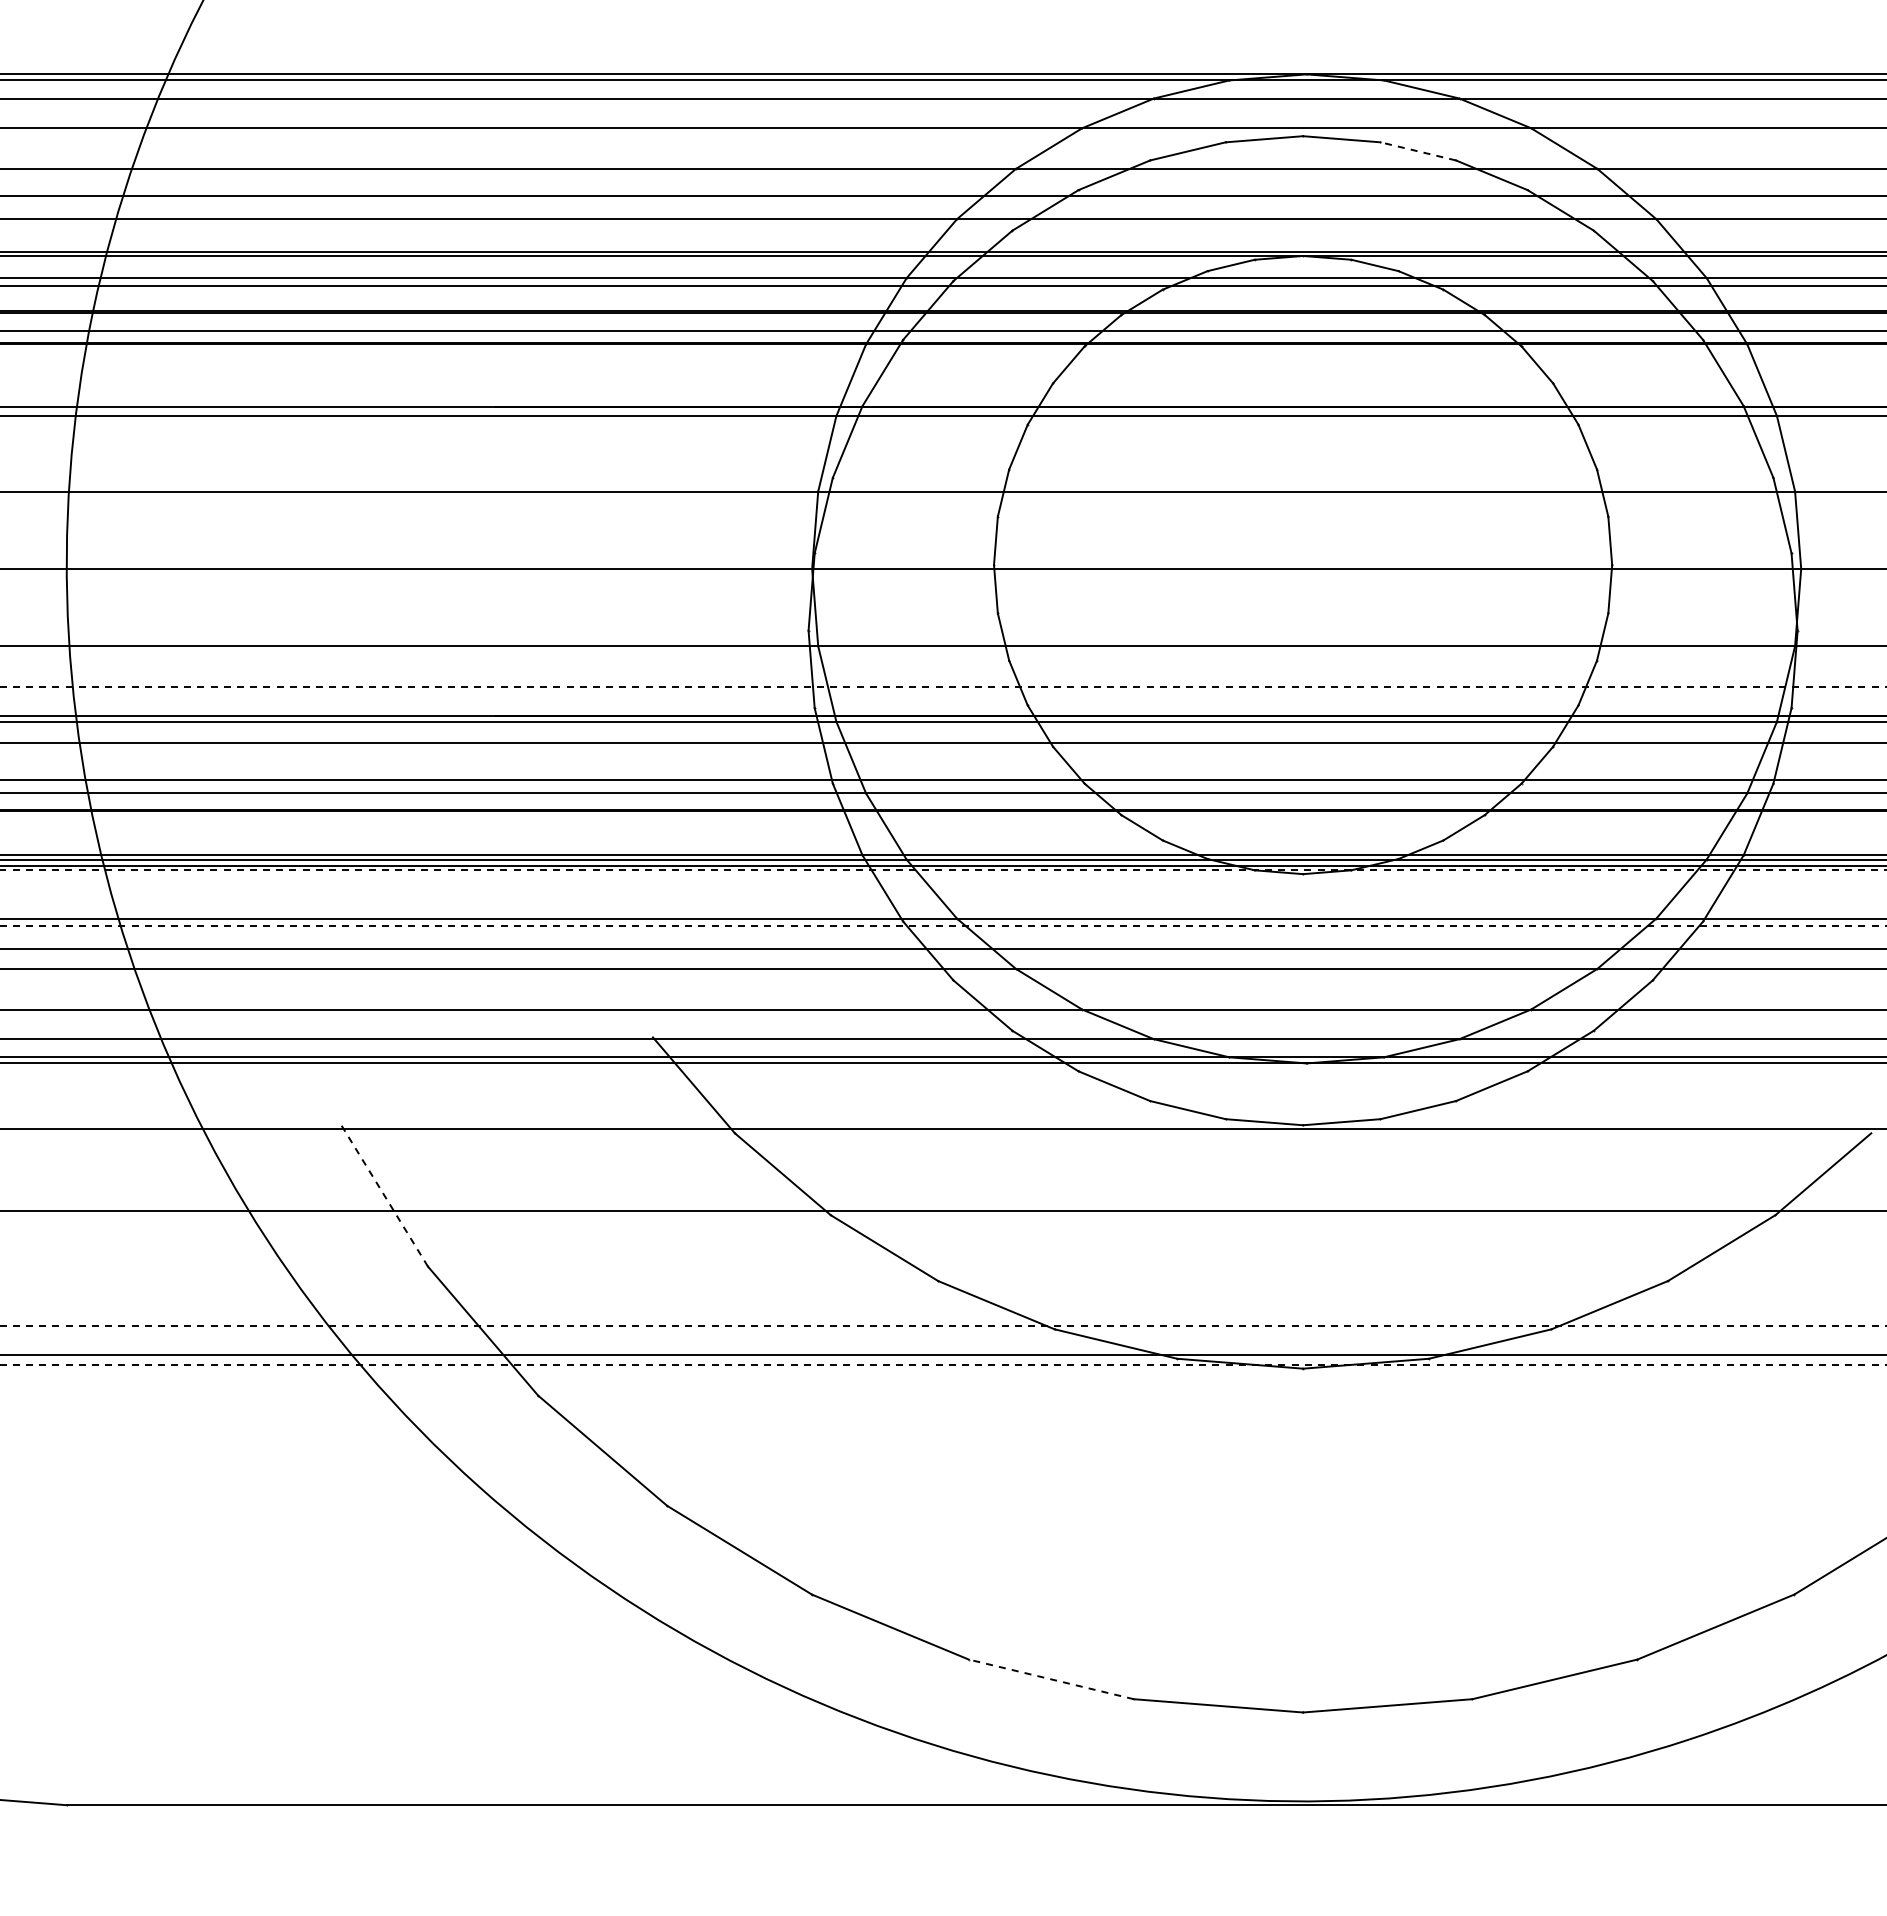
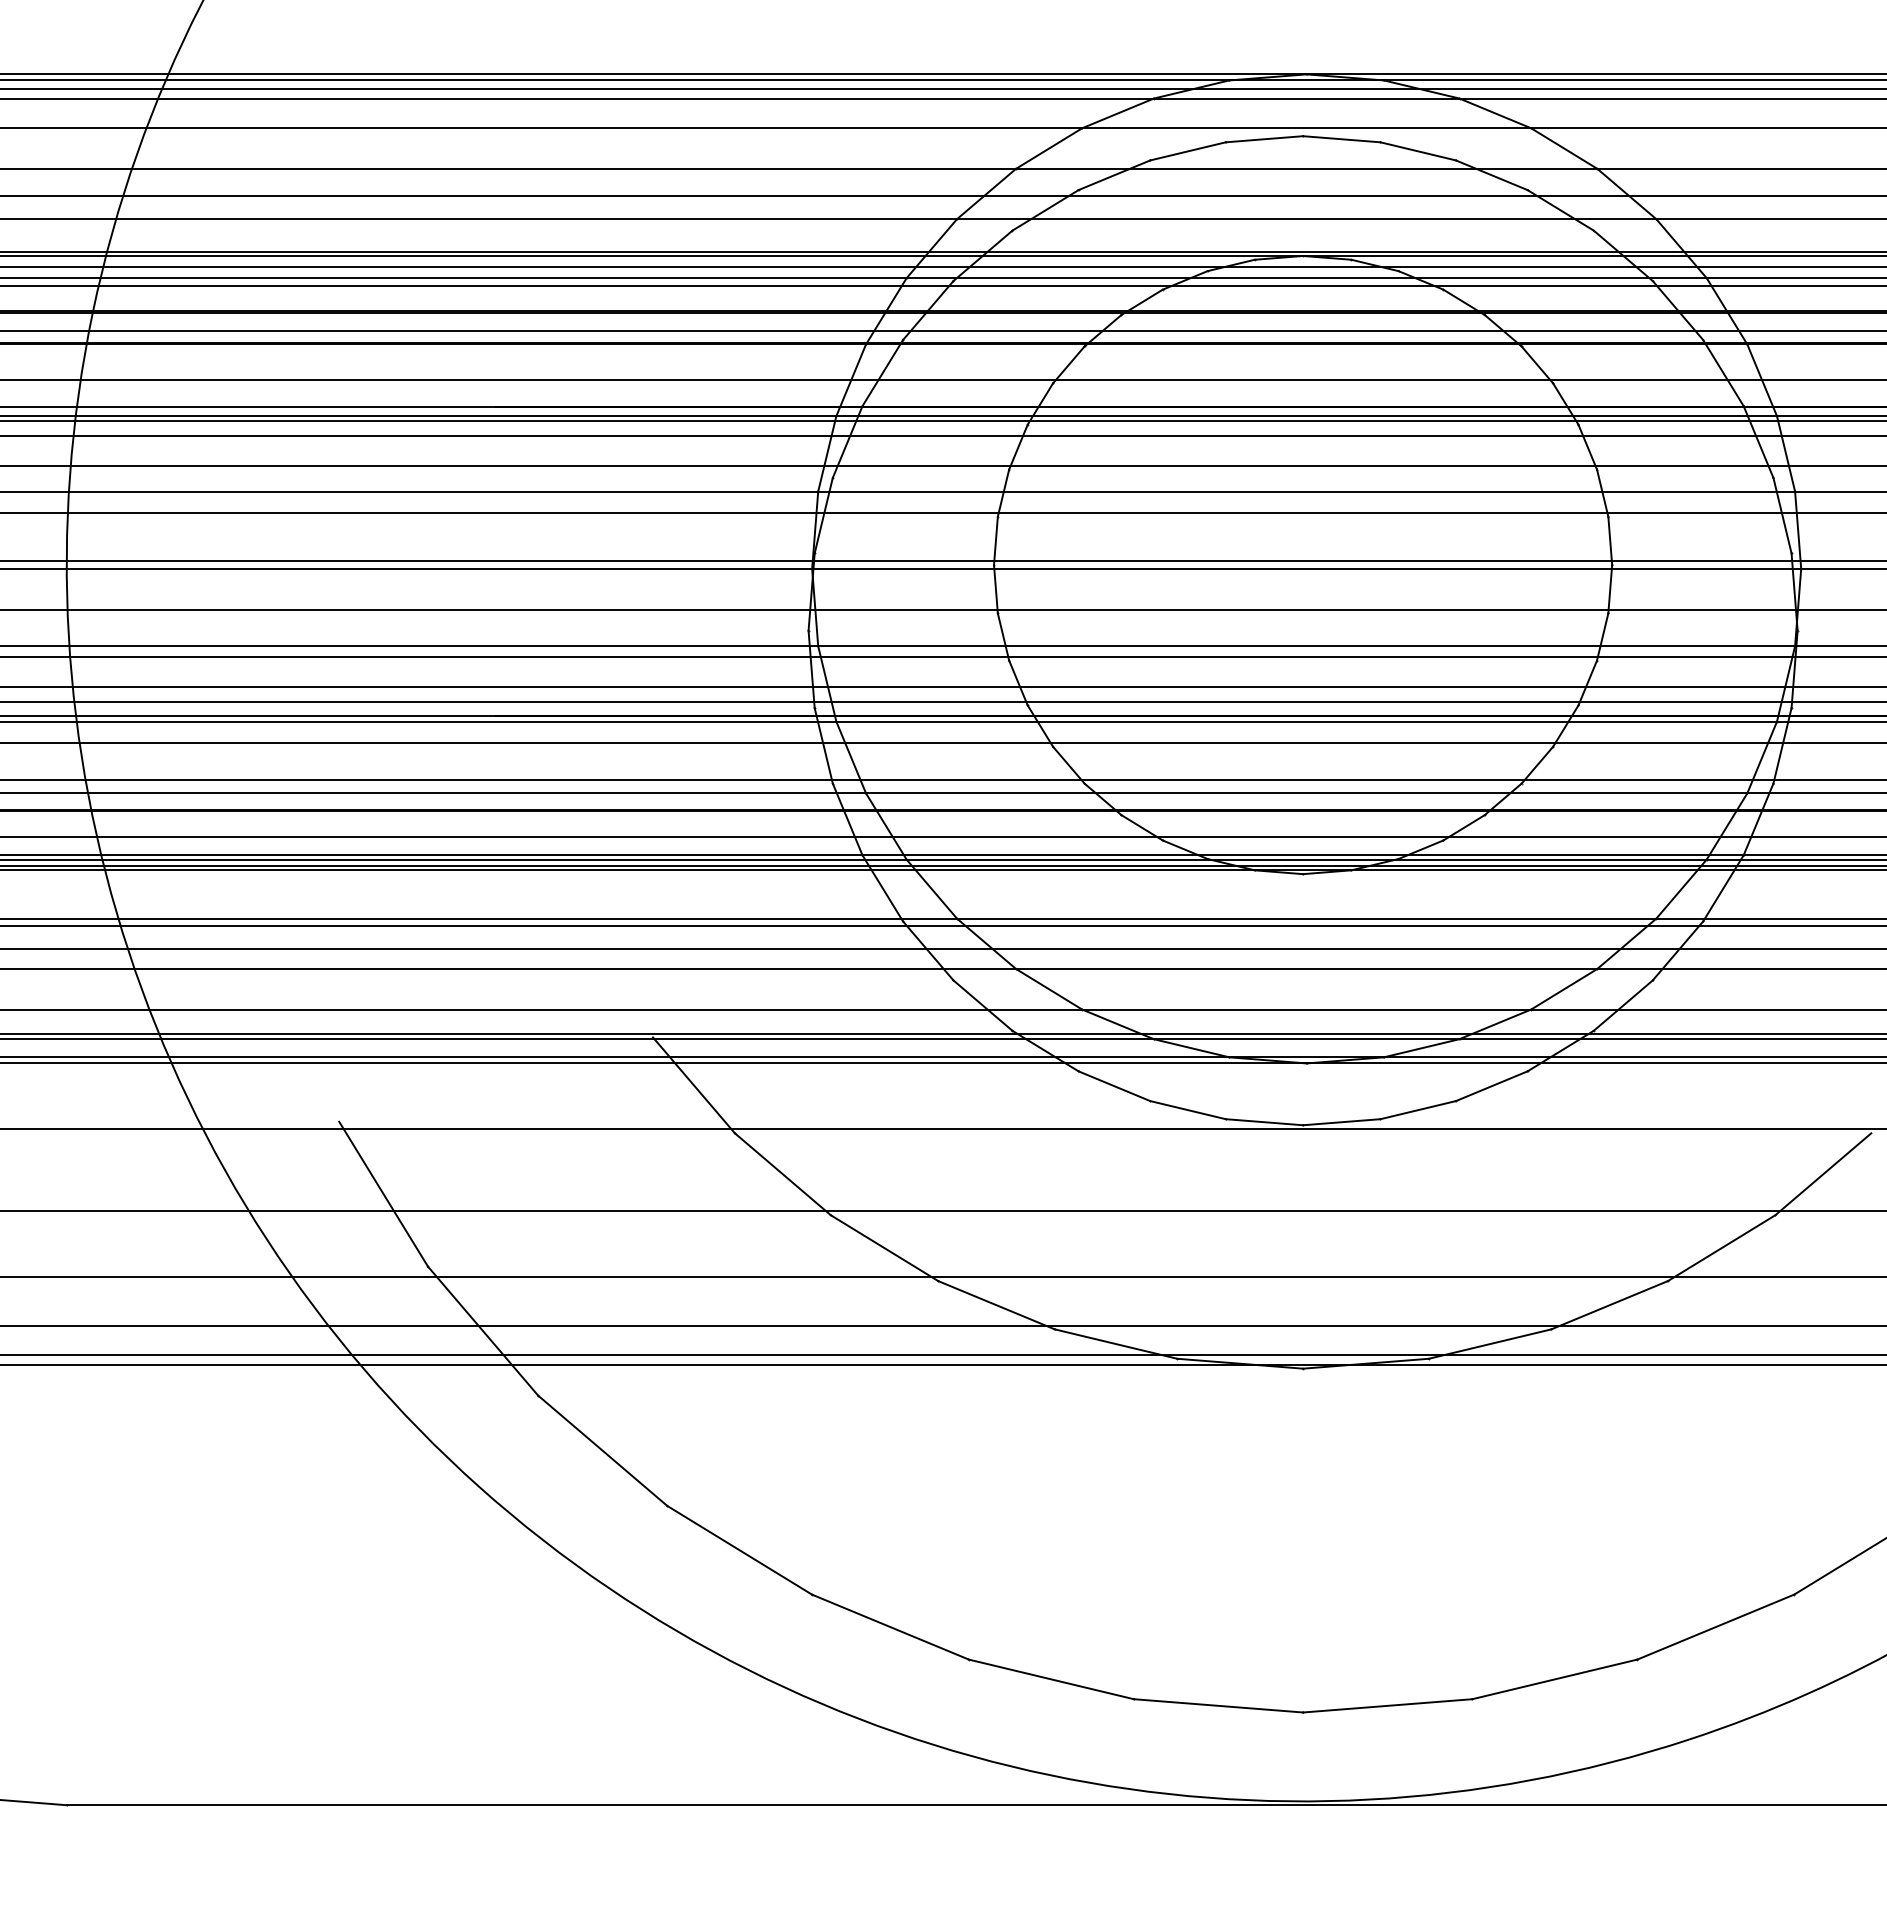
line at (942, 88): none -> present
line at (1418, 151): dashed -> solid
line at (942, 267): none -> present
line at (942, 379): none -> present
line at (942, 420): none -> present
line at (942, 435): none -> present
line at (942, 465): none -> present
line at (942, 512): none -> present
line at (942, 561): none -> present
line at (942, 609): none -> present
line at (942, 656): none -> present
line at (943, 686): dashed -> solid
line at (942, 701): none -> present
line at (942, 836): none -> present
line at (943, 870): dashed -> solid
line at (943, 926): dashed -> solid
line at (942, 1033): none -> present
line at (383, 1194): dashed -> solid
line at (942, 1277): none -> present
line at (943, 1325): dashed -> solid
line at (943, 1364): dashed -> solid
line at (1051, 1679): dashed -> solid
